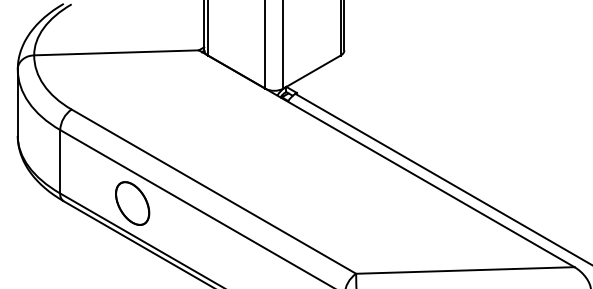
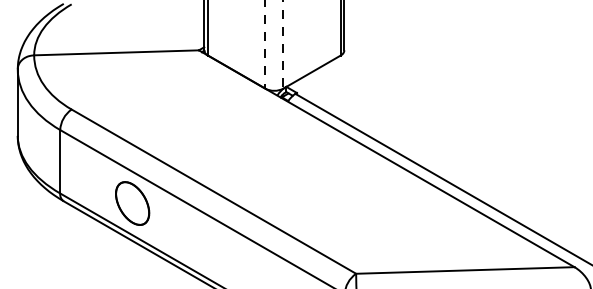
line at (265, 44): solid -> dashed
line at (283, 44): solid -> dashed
